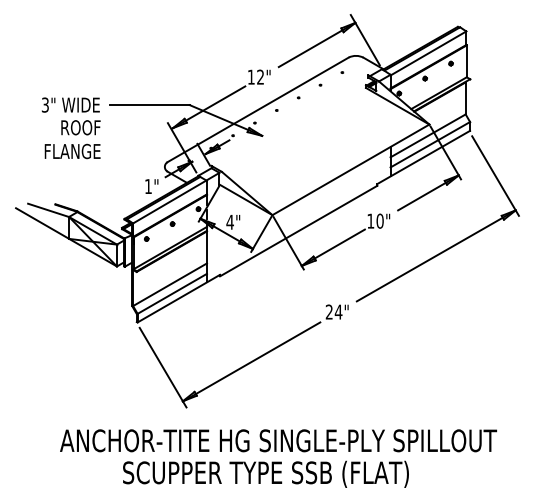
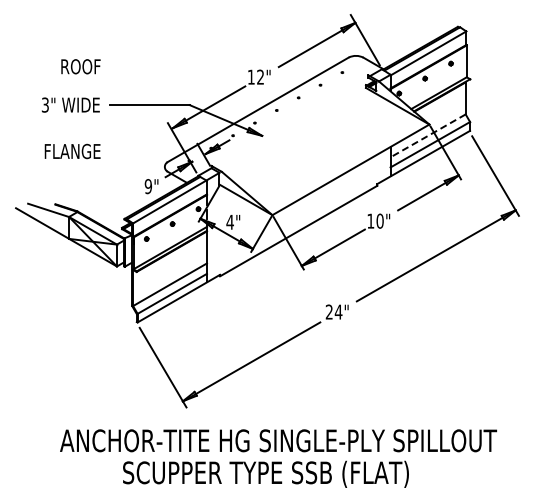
text at (80, 127) position: (80, 127) -> (80, 66)
line at (427, 136): solid -> dashed
text at (148, 186): 1" -> 9"
